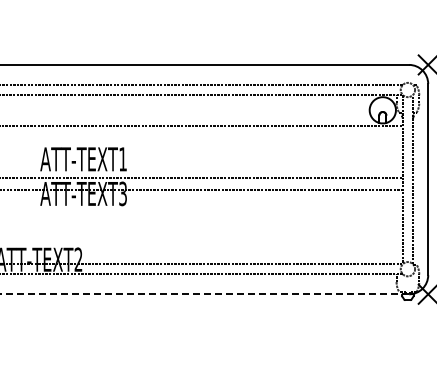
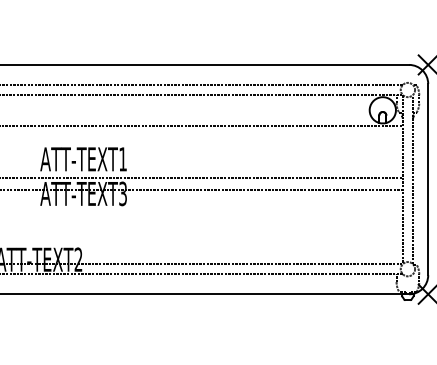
line at (204, 294): dashed -> solid
